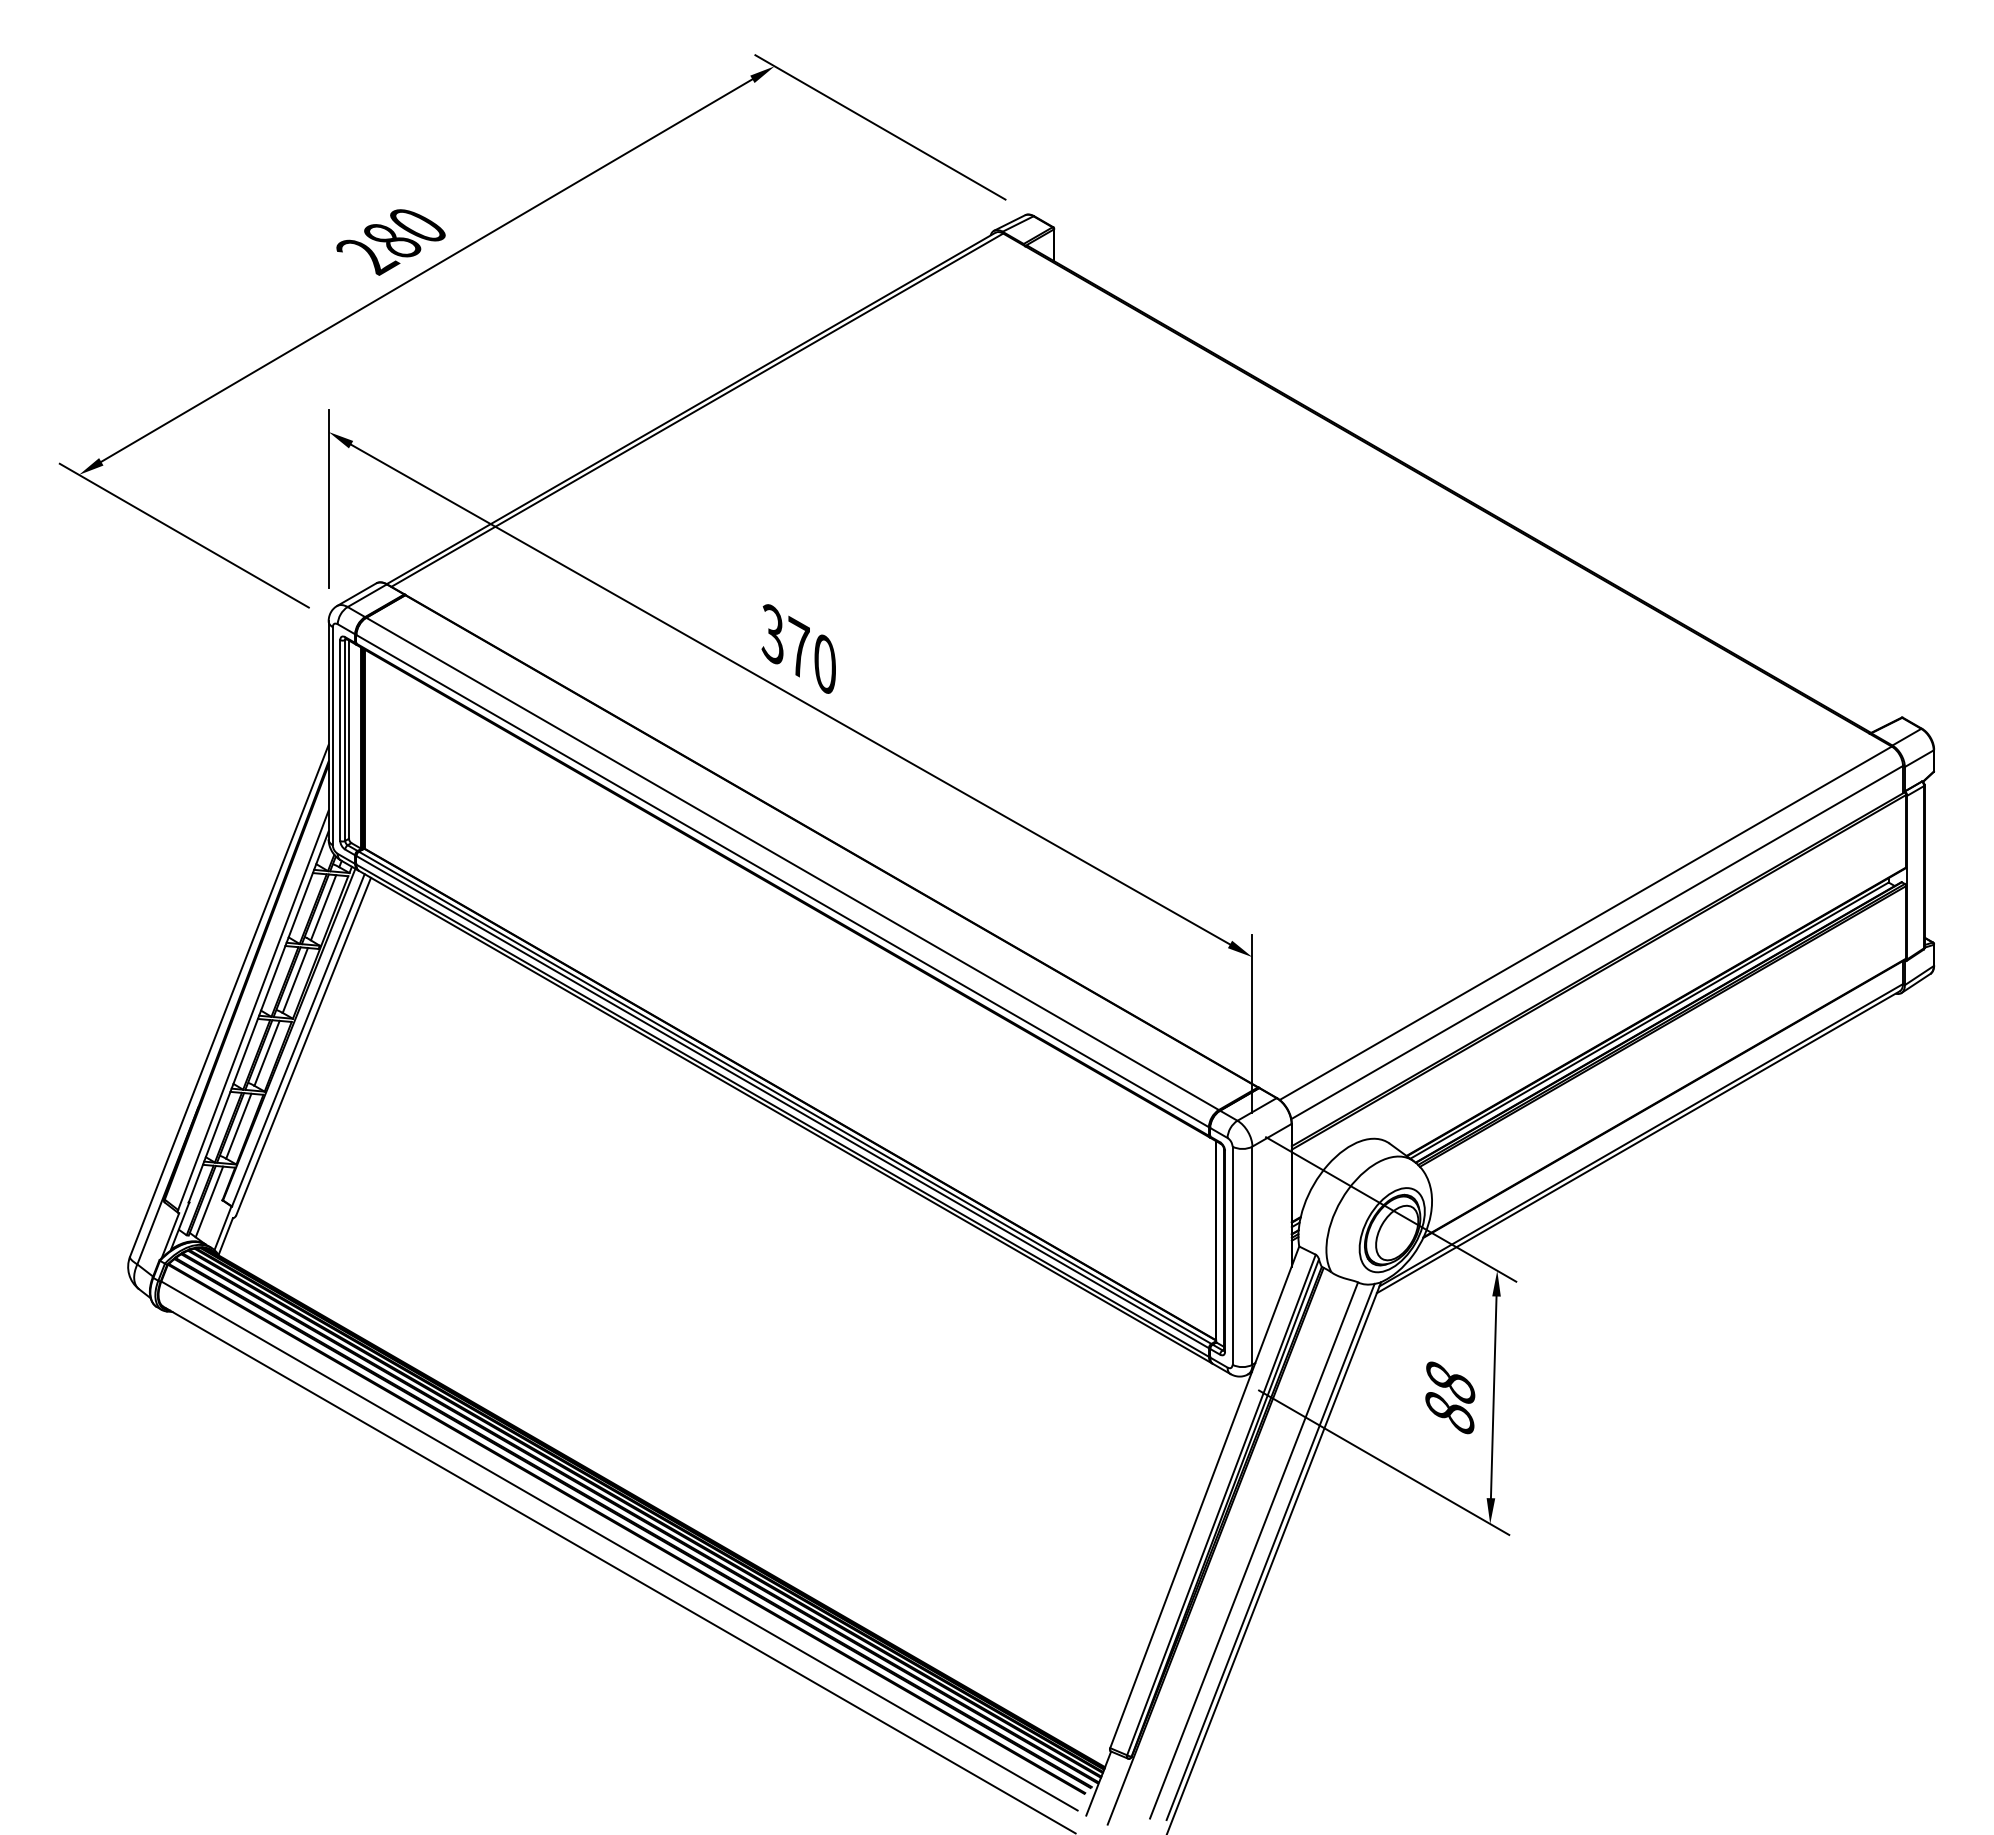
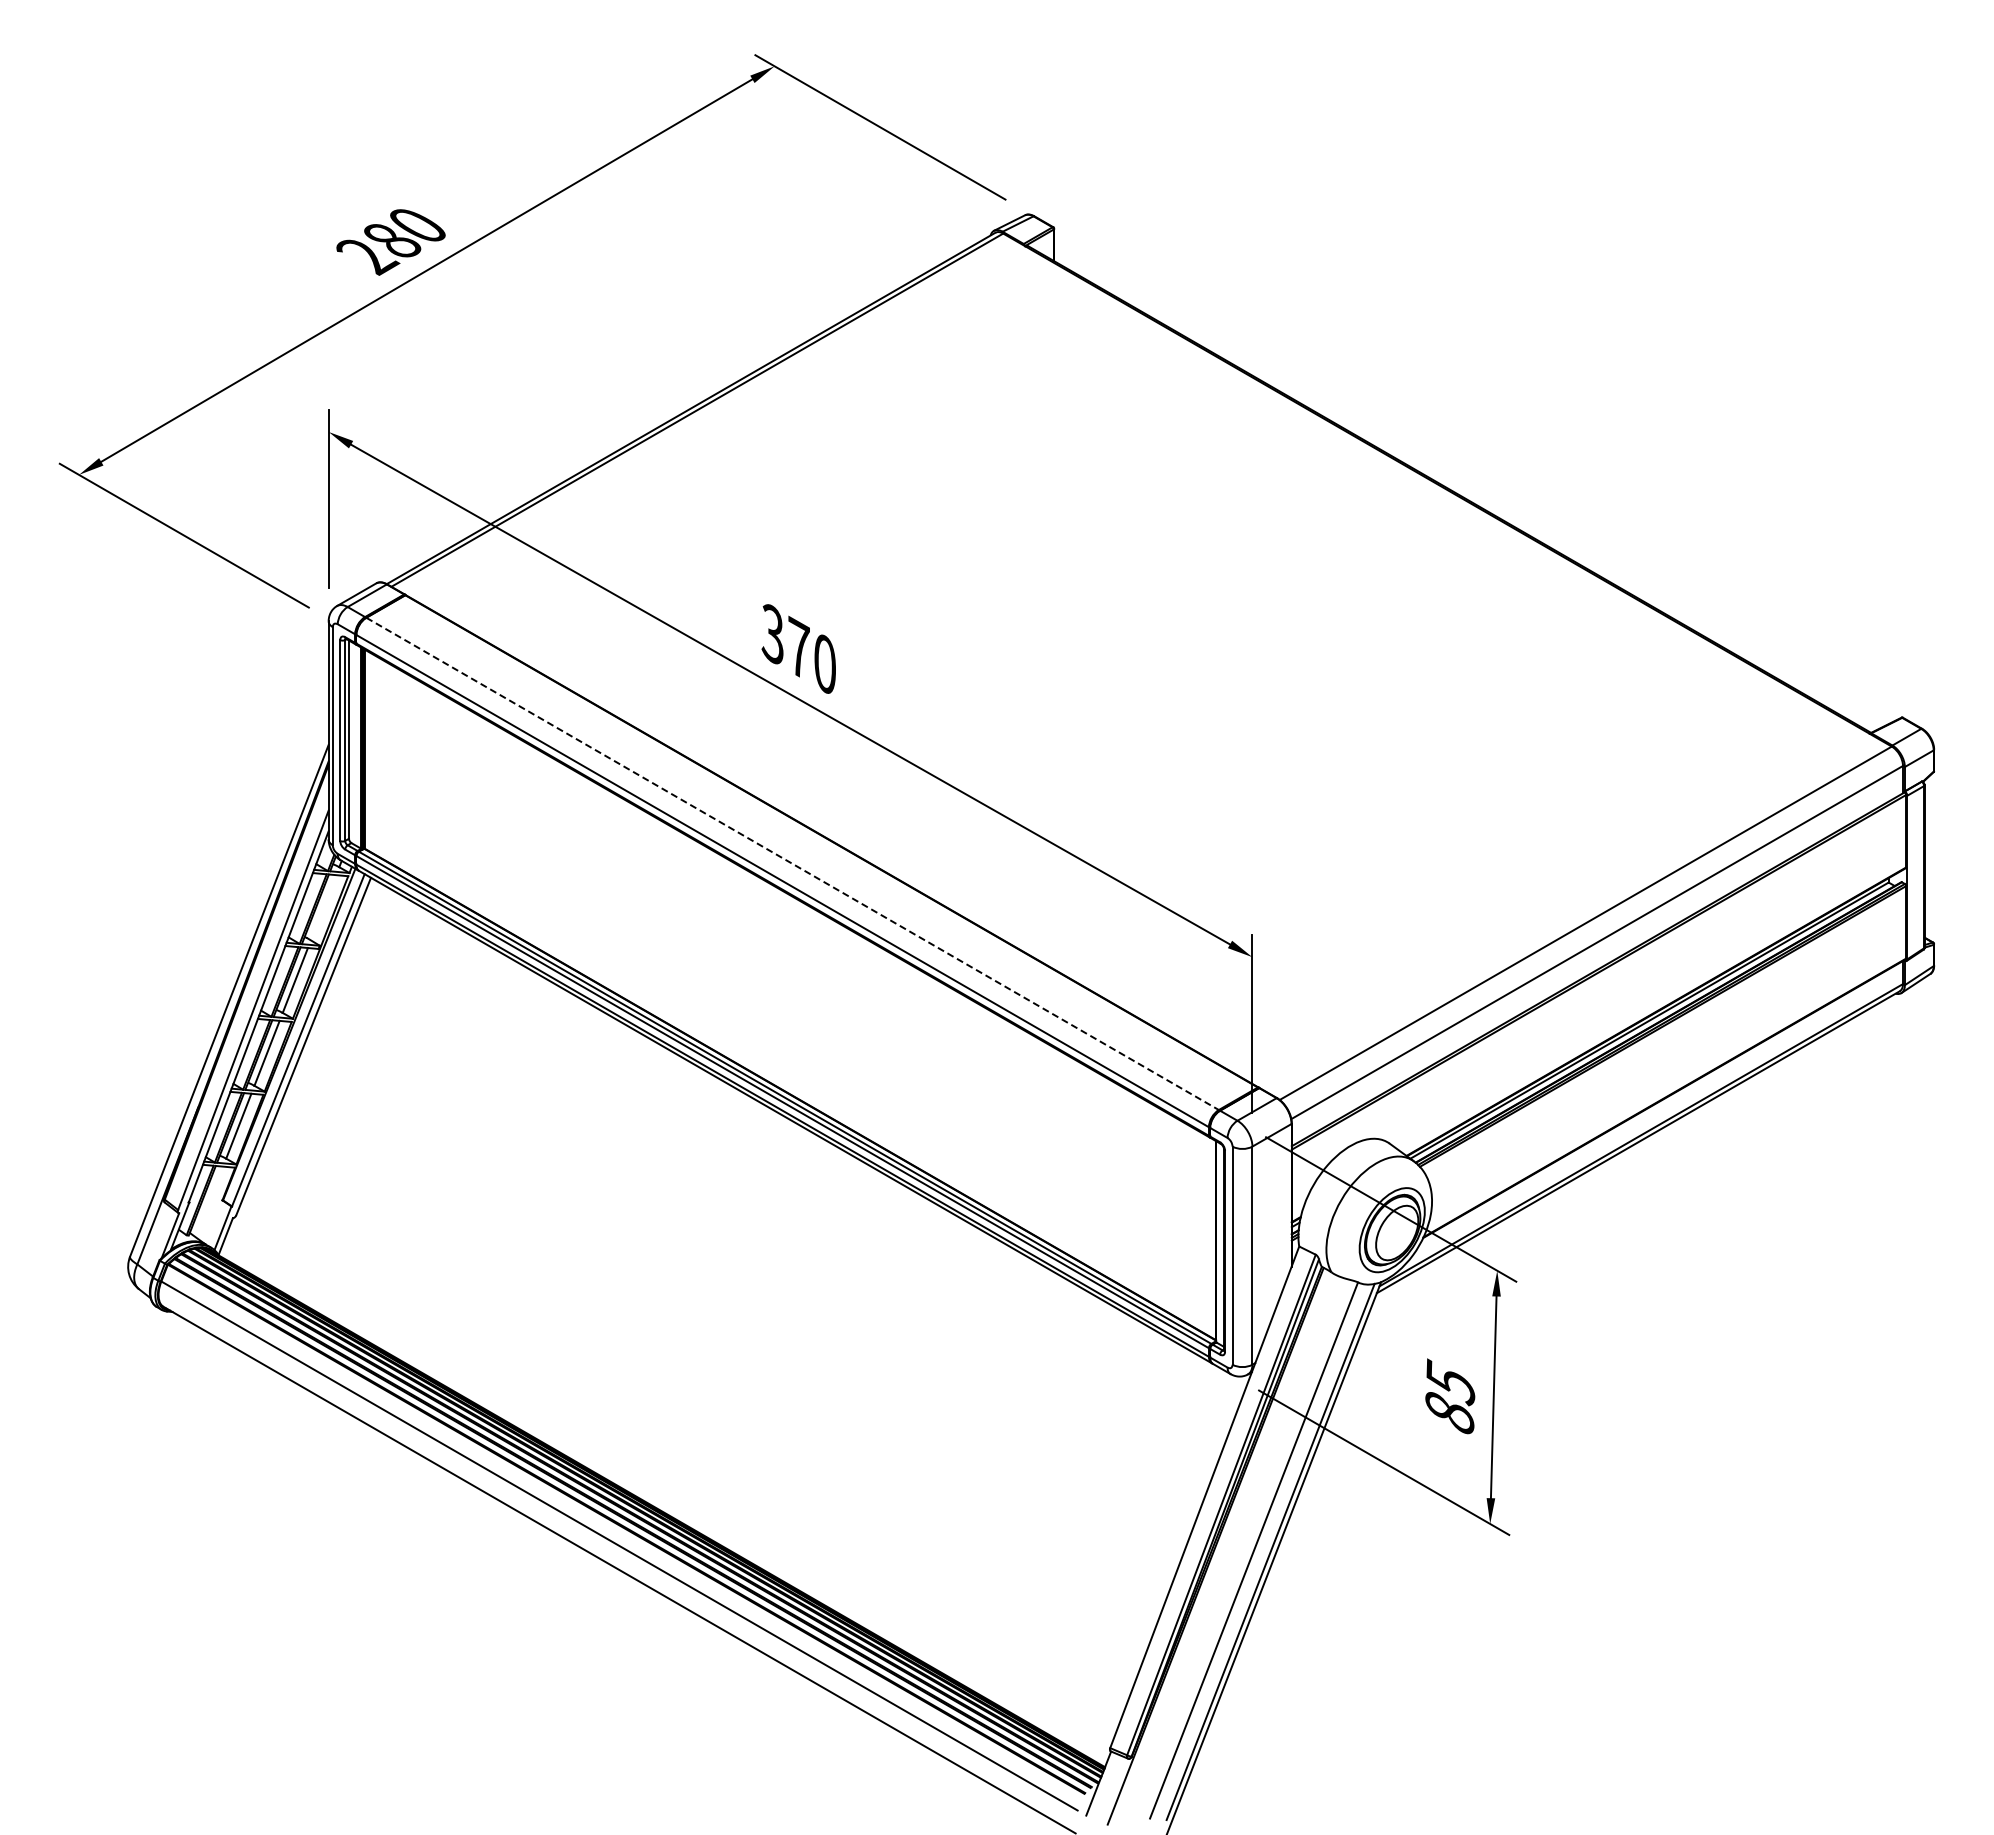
line at (793, 864): solid -> dashed
line at (323, 907): present -> none
line at (209, 1201): present -> none
text at (1450, 1382): 88 -> 85
